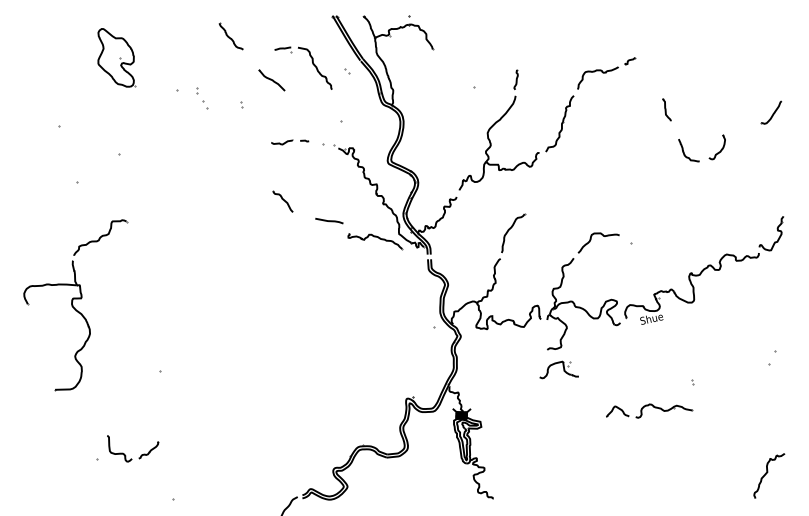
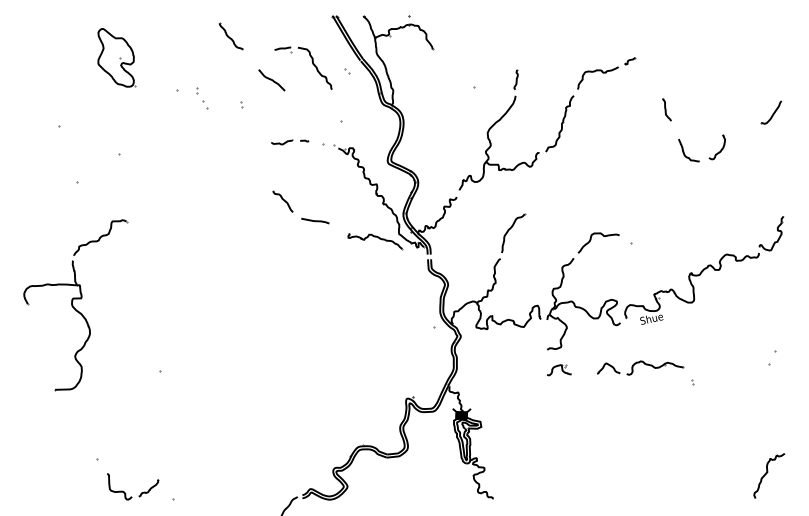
line at (329, 221) position: (329, 221) -> (315, 221)
part at (558, 369) size: 40x20 px -> 25x13 px
part at (649, 410) position: (649, 410) -> (640, 367)
part at (126, 455) position: (126, 455) -> (126, 493)
